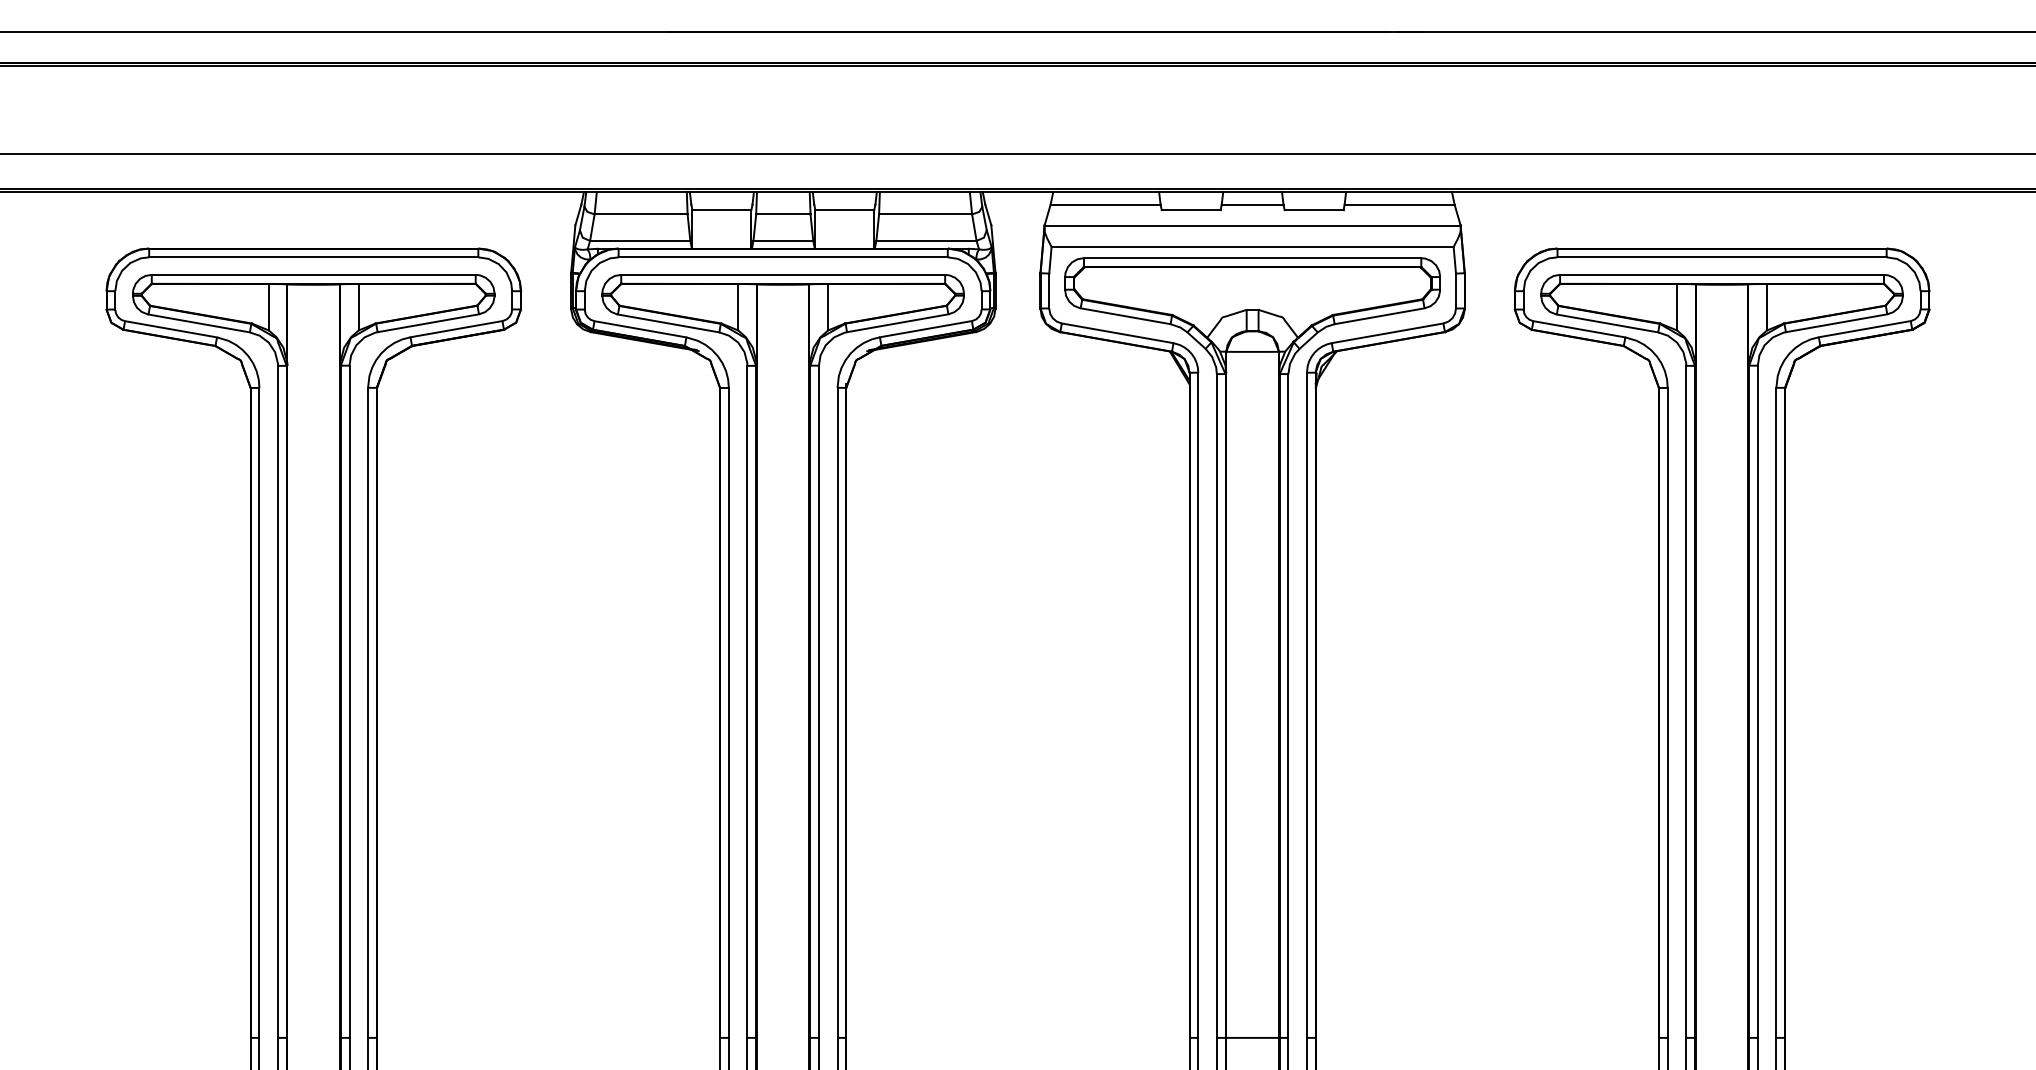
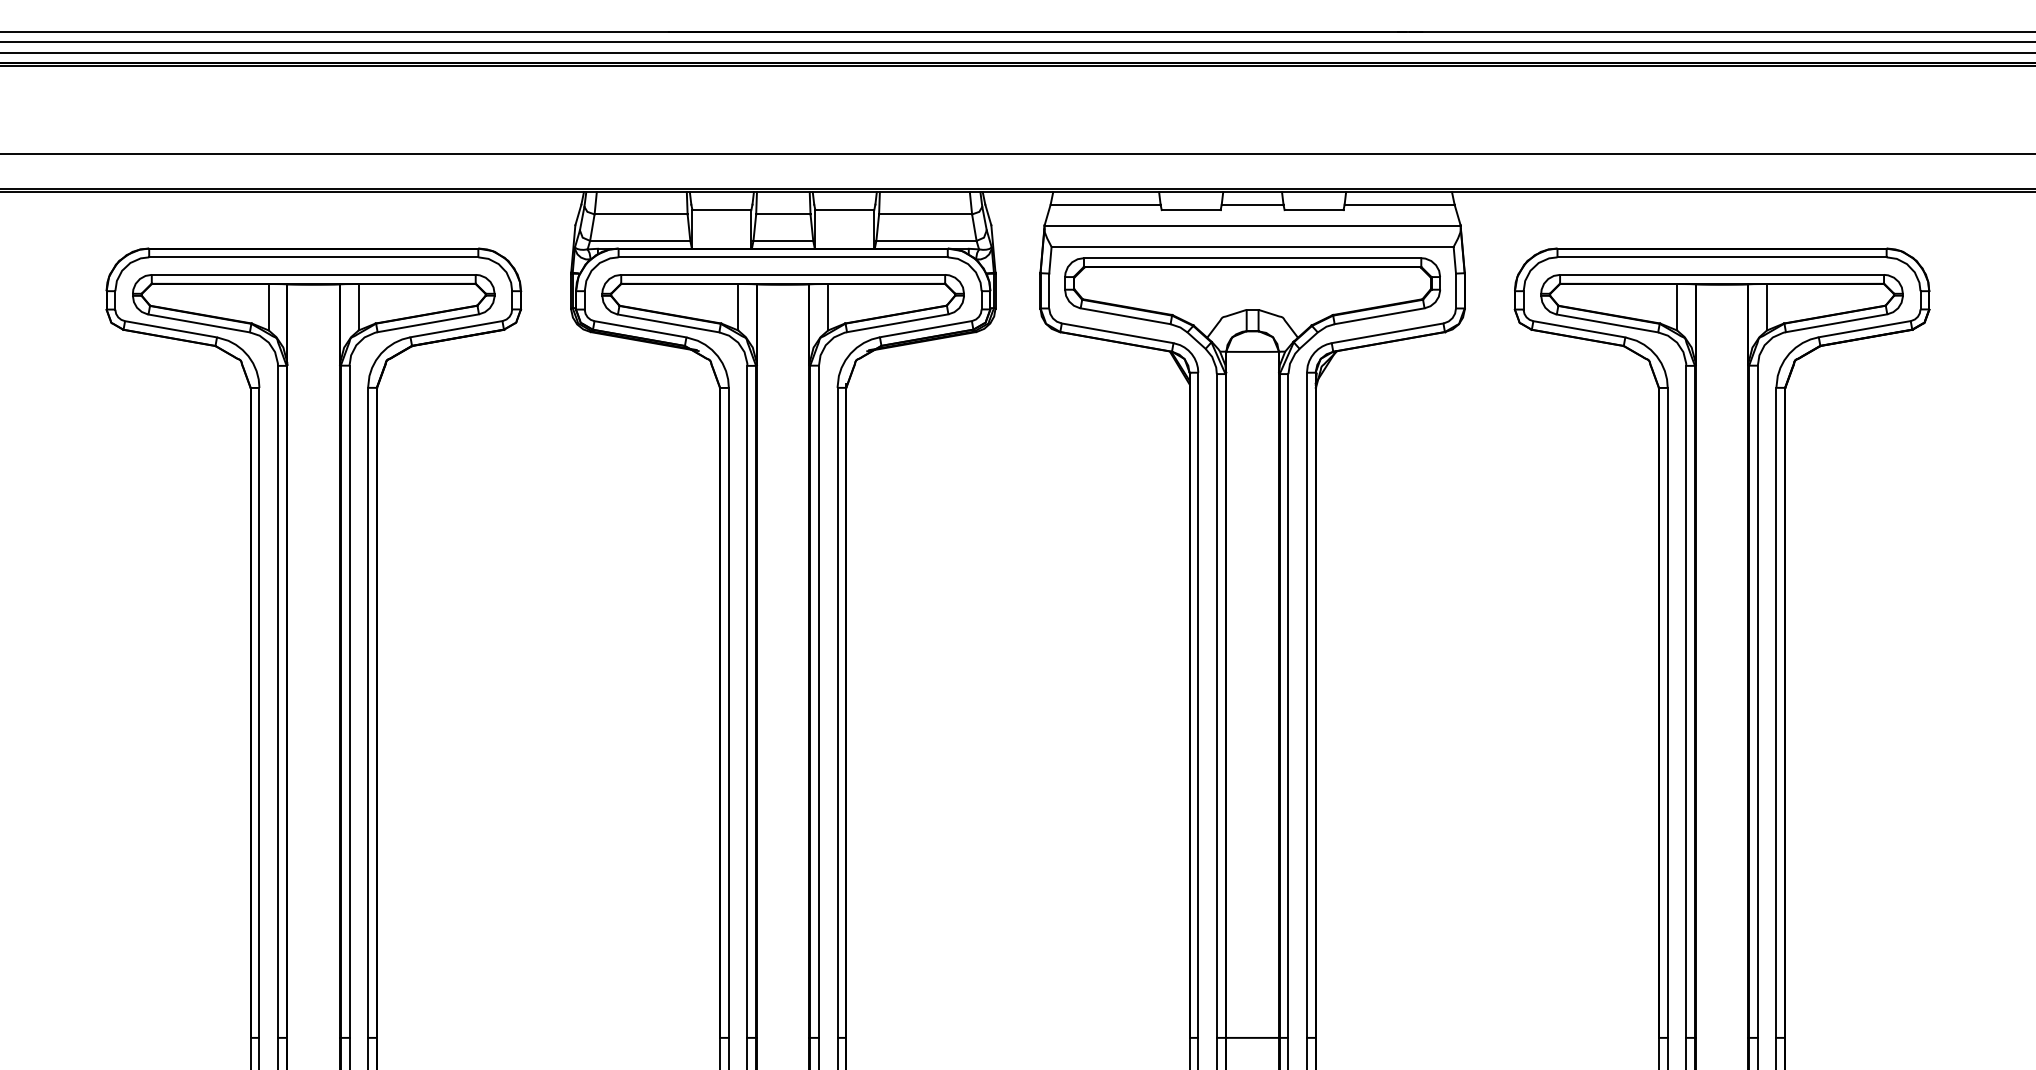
line at (1017, 42): none -> present
line at (1017, 52): none -> present
